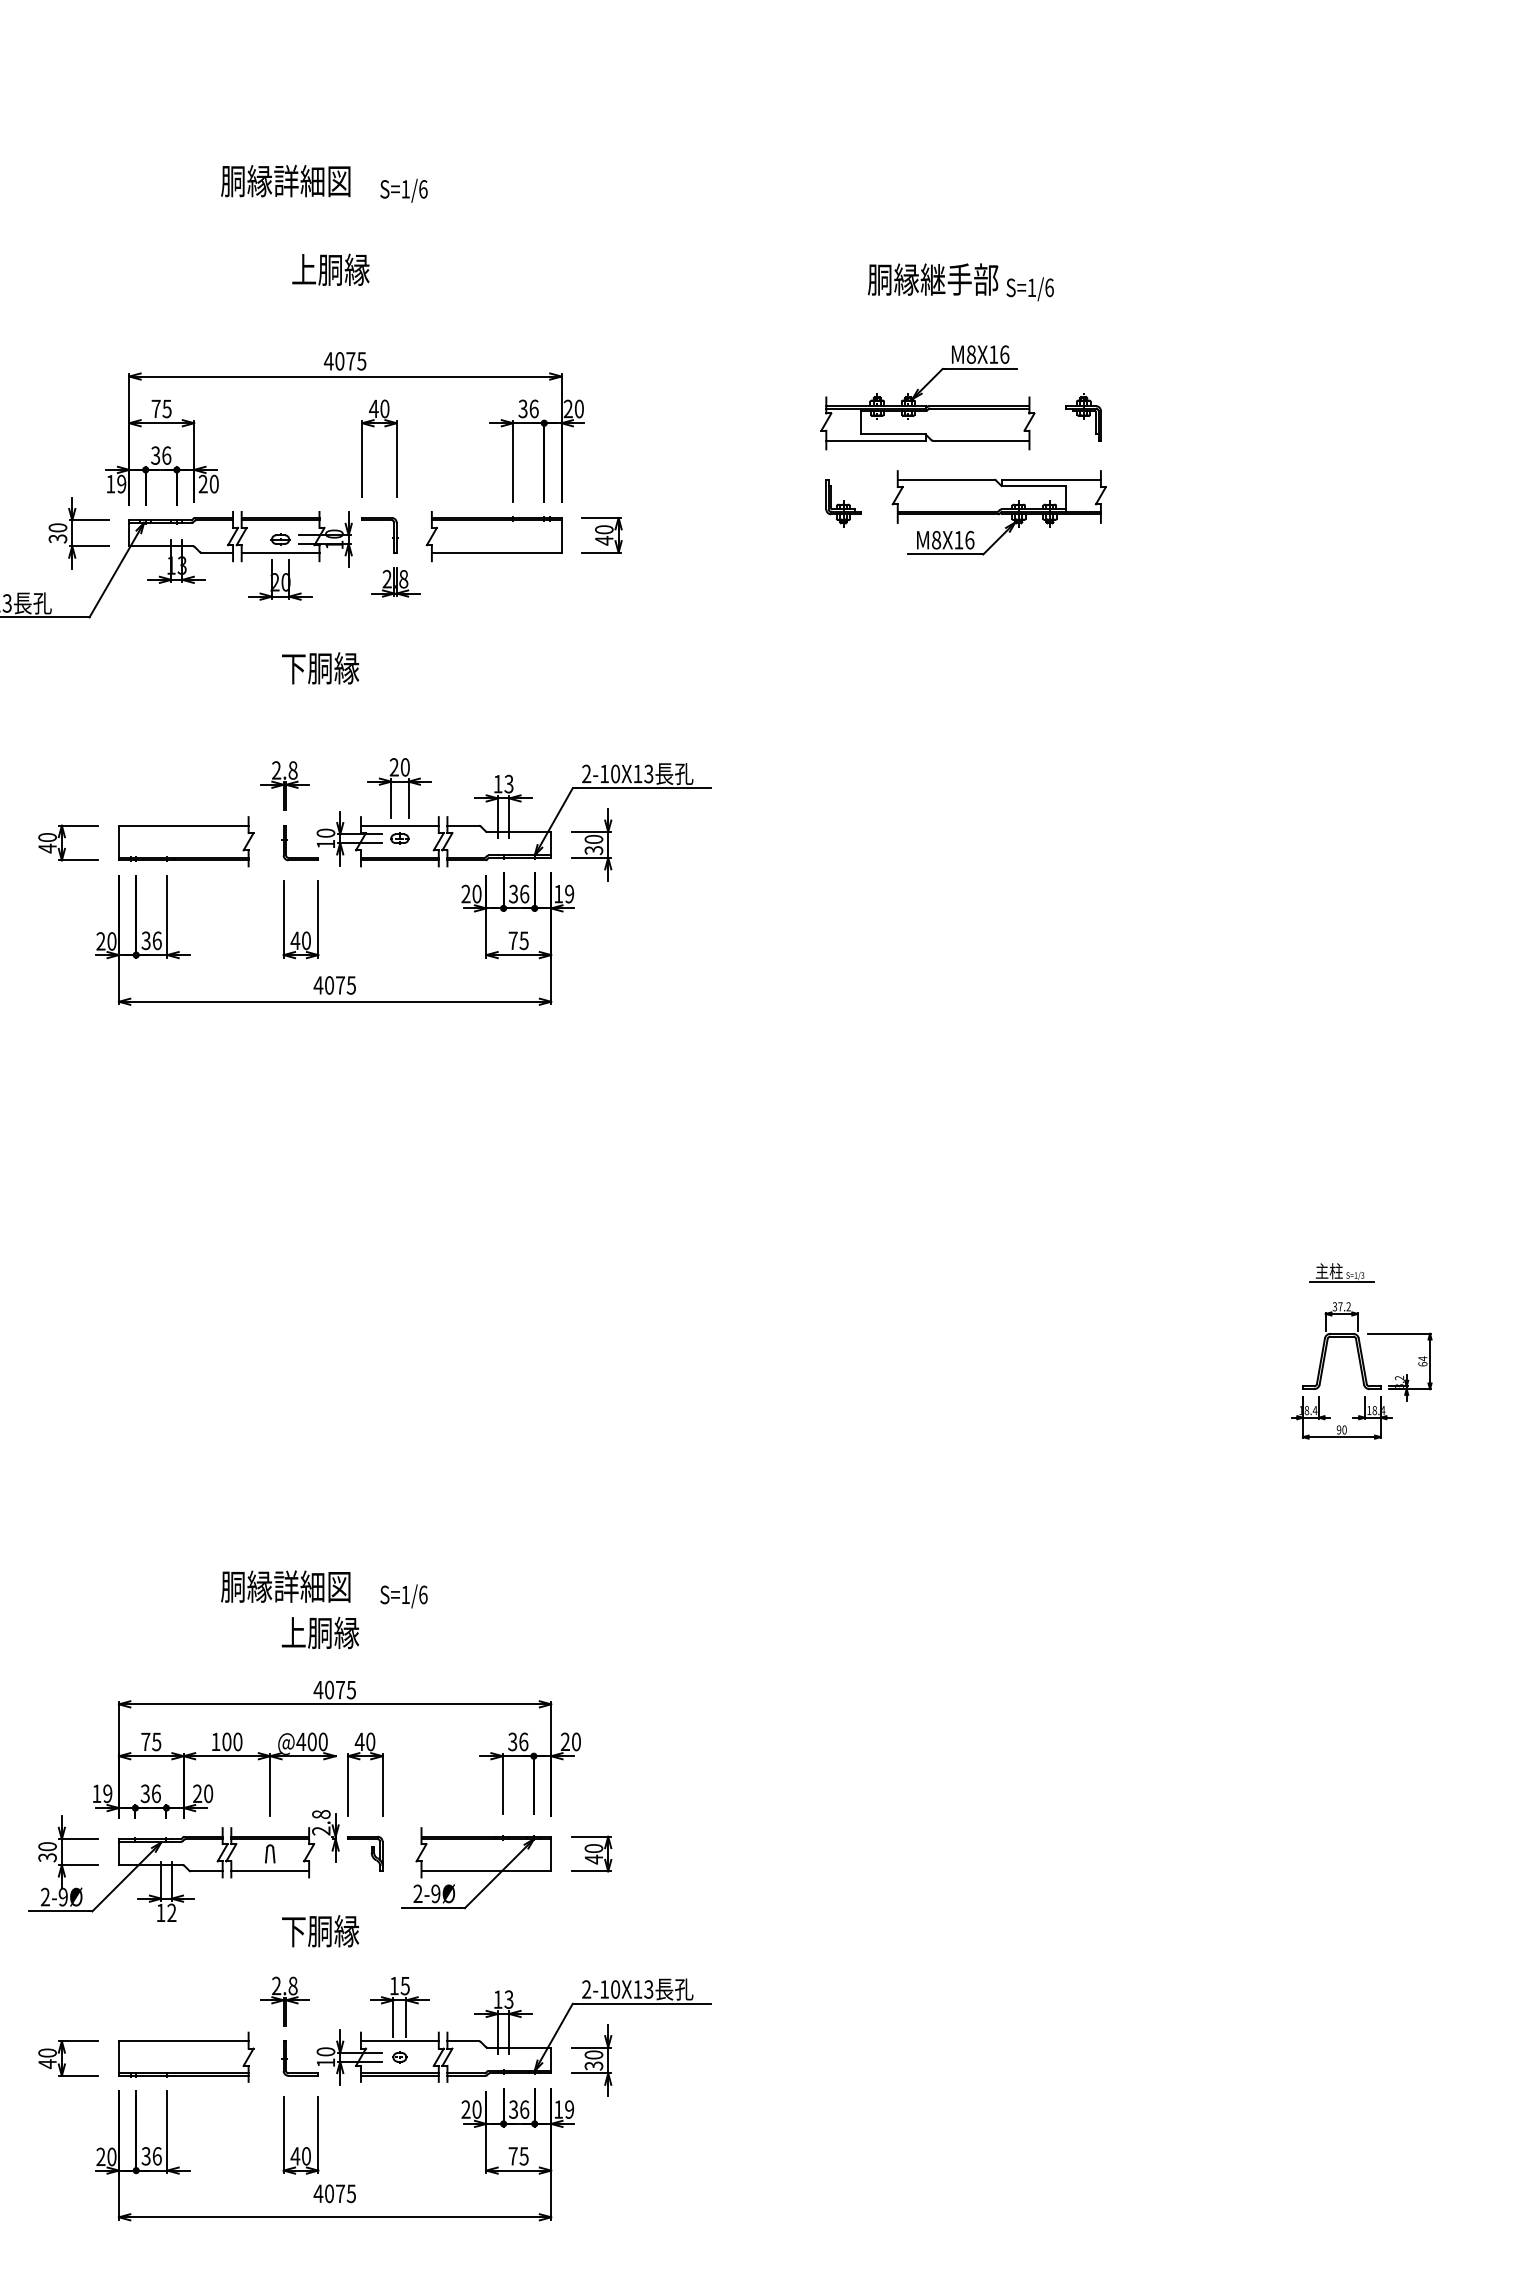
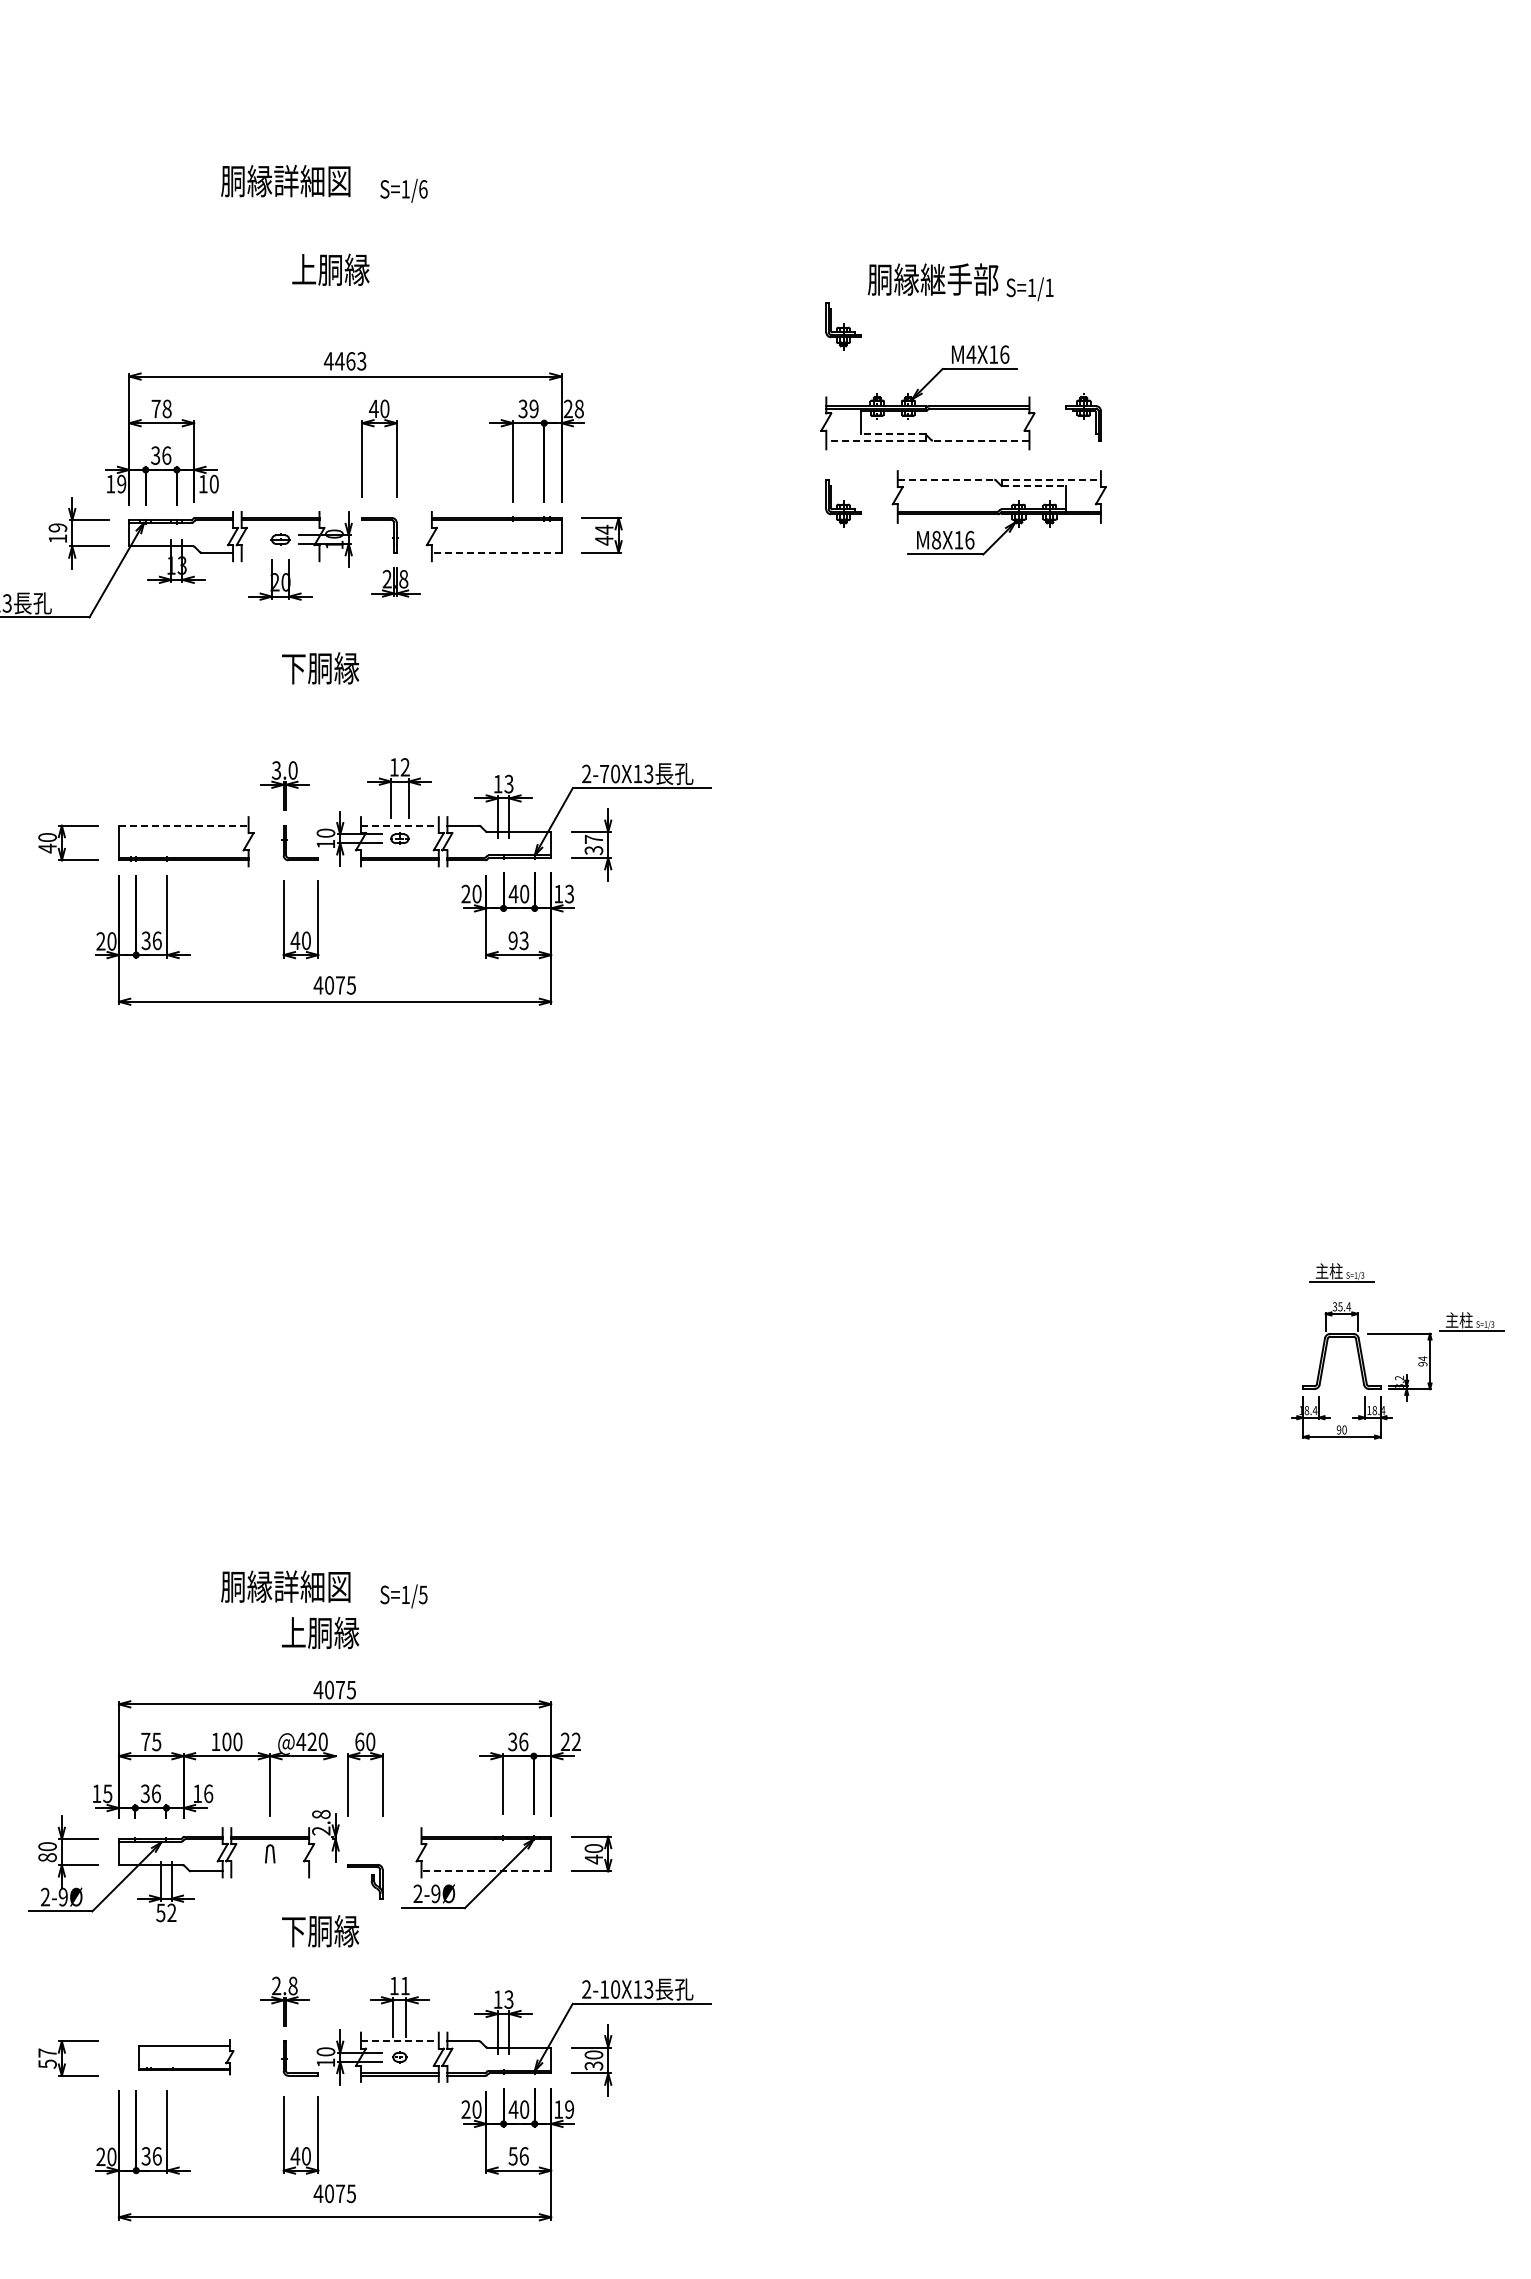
text at (1049, 287): S=1/6 -> S=1/1
part at (843, 326): none -> present
text at (971, 354): M8X16 -> M4X16
text at (350, 361): 4075 -> 4463
text at (166, 408): 75 -> 78
text at (533, 408): 36 -> 39
text at (578, 408): 20 -> 28
line at (892, 434): solid -> dashed
line at (876, 440): solid -> dashed
line at (980, 440): solid -> dashed
line at (946, 479): solid -> dashed
line at (1051, 479): solid -> dashed
text at (202, 483): 20 -> 10
line at (1034, 485): solid -> dashed
text at (604, 529): 40 -> 44
text at (57, 533): 30 -> 19
line at (280, 552): present -> none
line at (496, 552): solid -> dashed
text at (399, 767): 20 -> 12
text at (284, 770): 2.8 -> 3.0
text at (604, 774): 2-10X13 -> 2-70X13
line at (183, 825): solid -> dashed
line at (399, 825): solid -> dashed
text at (593, 838): 30 -> 37
text at (518, 893): 36 -> 40
text at (569, 894): 19 -> 13
text at (518, 940): 75 -> 93
text at (1344, 1306): 37.2 -> 35.4
part at (1471, 1321): none -> present
text at (1422, 1364): 64 -> 94
text at (423, 1594): S=1/6 -> S=1/5
text at (311, 1741): @400 -> @420
text at (359, 1741): 40 -> 60
text at (575, 1741): 20 -> 22
text at (107, 1793): 19 -> 15
text at (203, 1793): 20 -> 16
part at (365, 1853) position: (365, 1853) -> (365, 1881)
text at (47, 1857): 30 -> 80
line at (270, 1871): present -> none
line at (486, 1871): solid -> dashed
text at (160, 1912): 12 -> 52
text at (404, 1986): 15 -> 11
line at (399, 2041): solid -> dashed
part at (186, 2056) size: 137x52 px -> 97x37 px
text at (47, 2058): 40 -> 57
text at (518, 2109): 36 -> 40
text at (518, 2156): 75 -> 56
